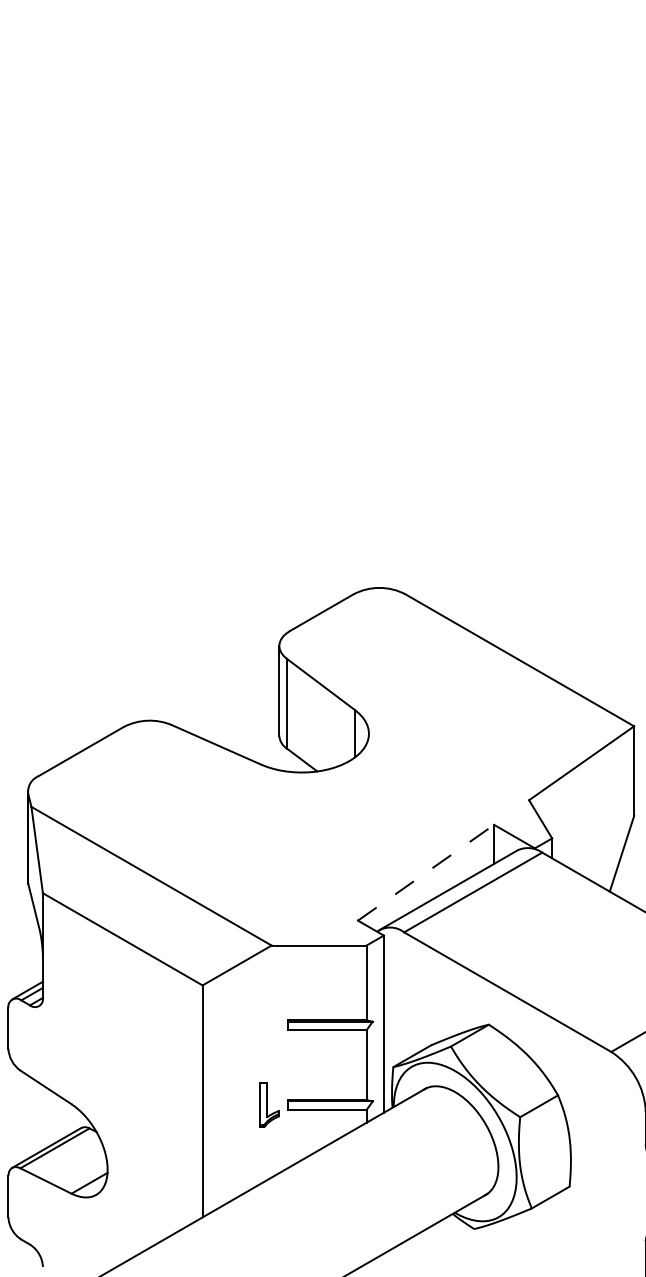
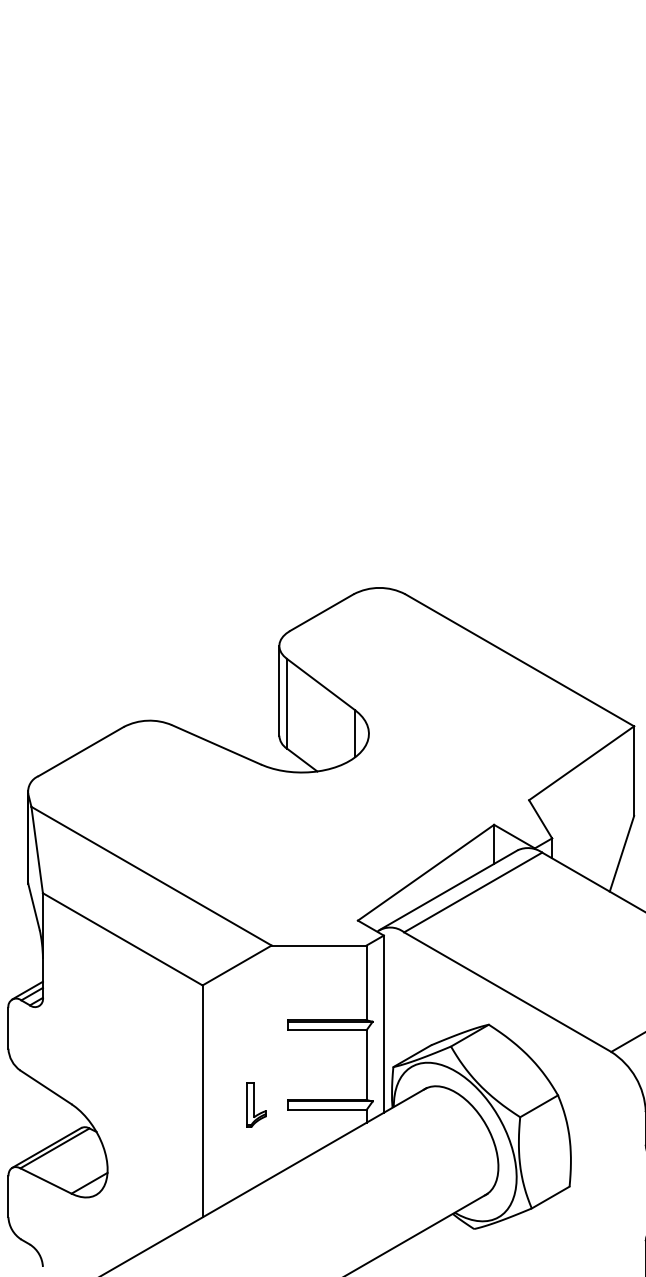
line at (426, 872): dashed -> solid
part at (269, 1104) position: (269, 1104) -> (256, 1104)
